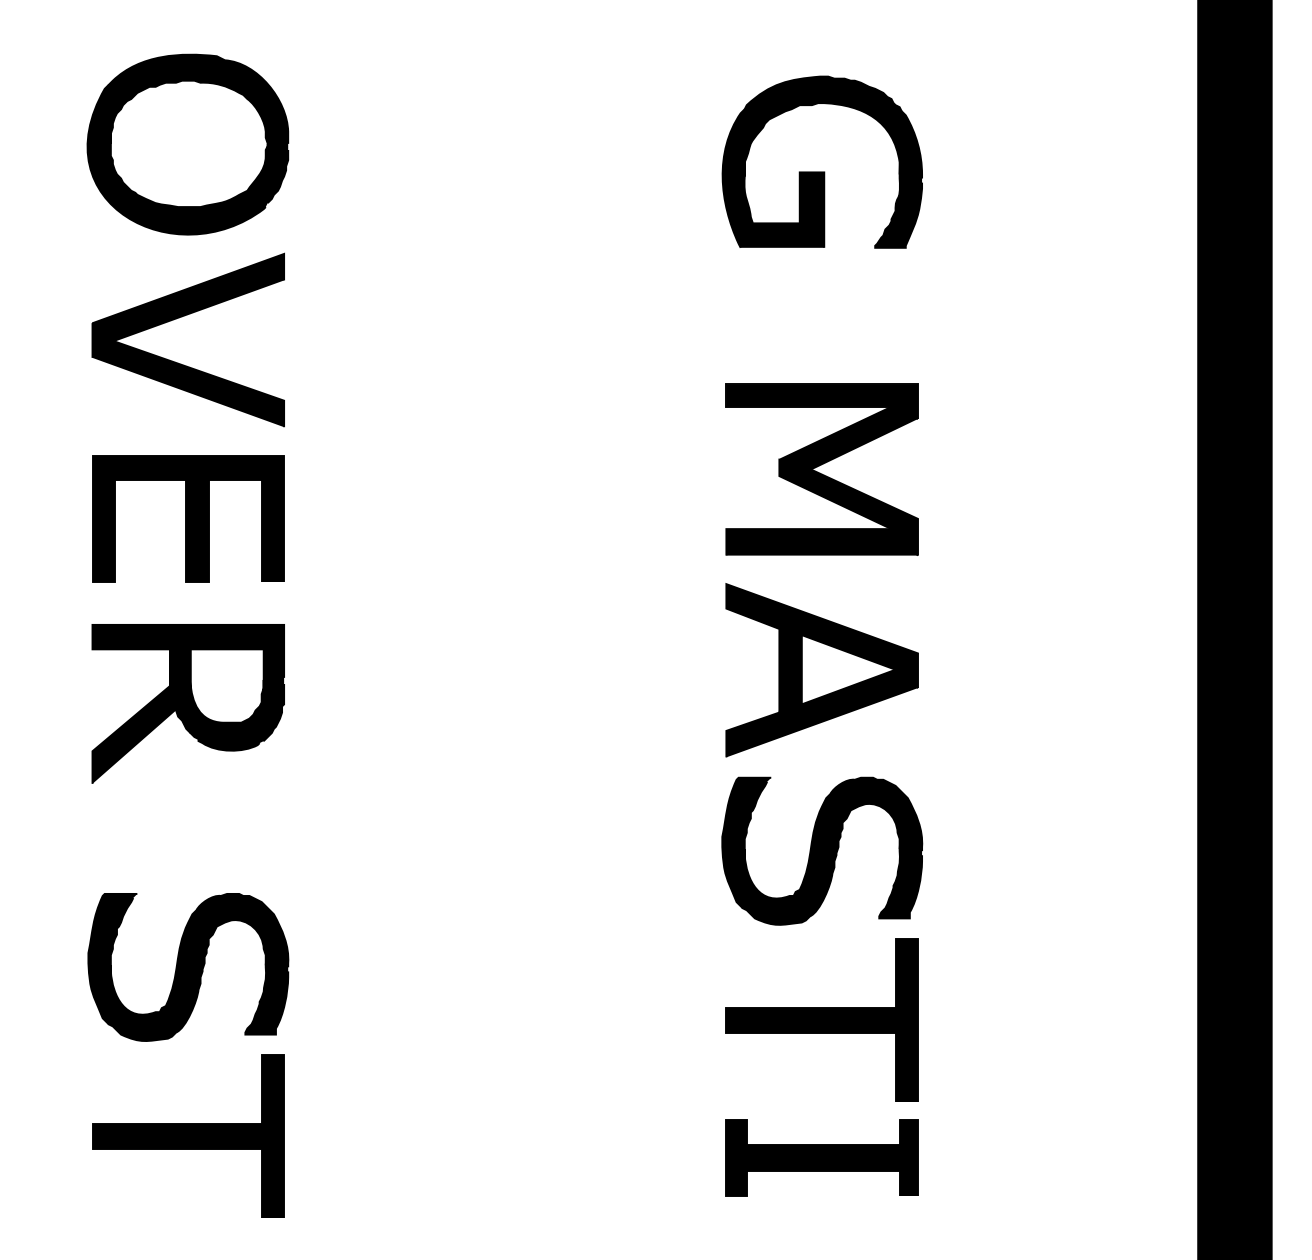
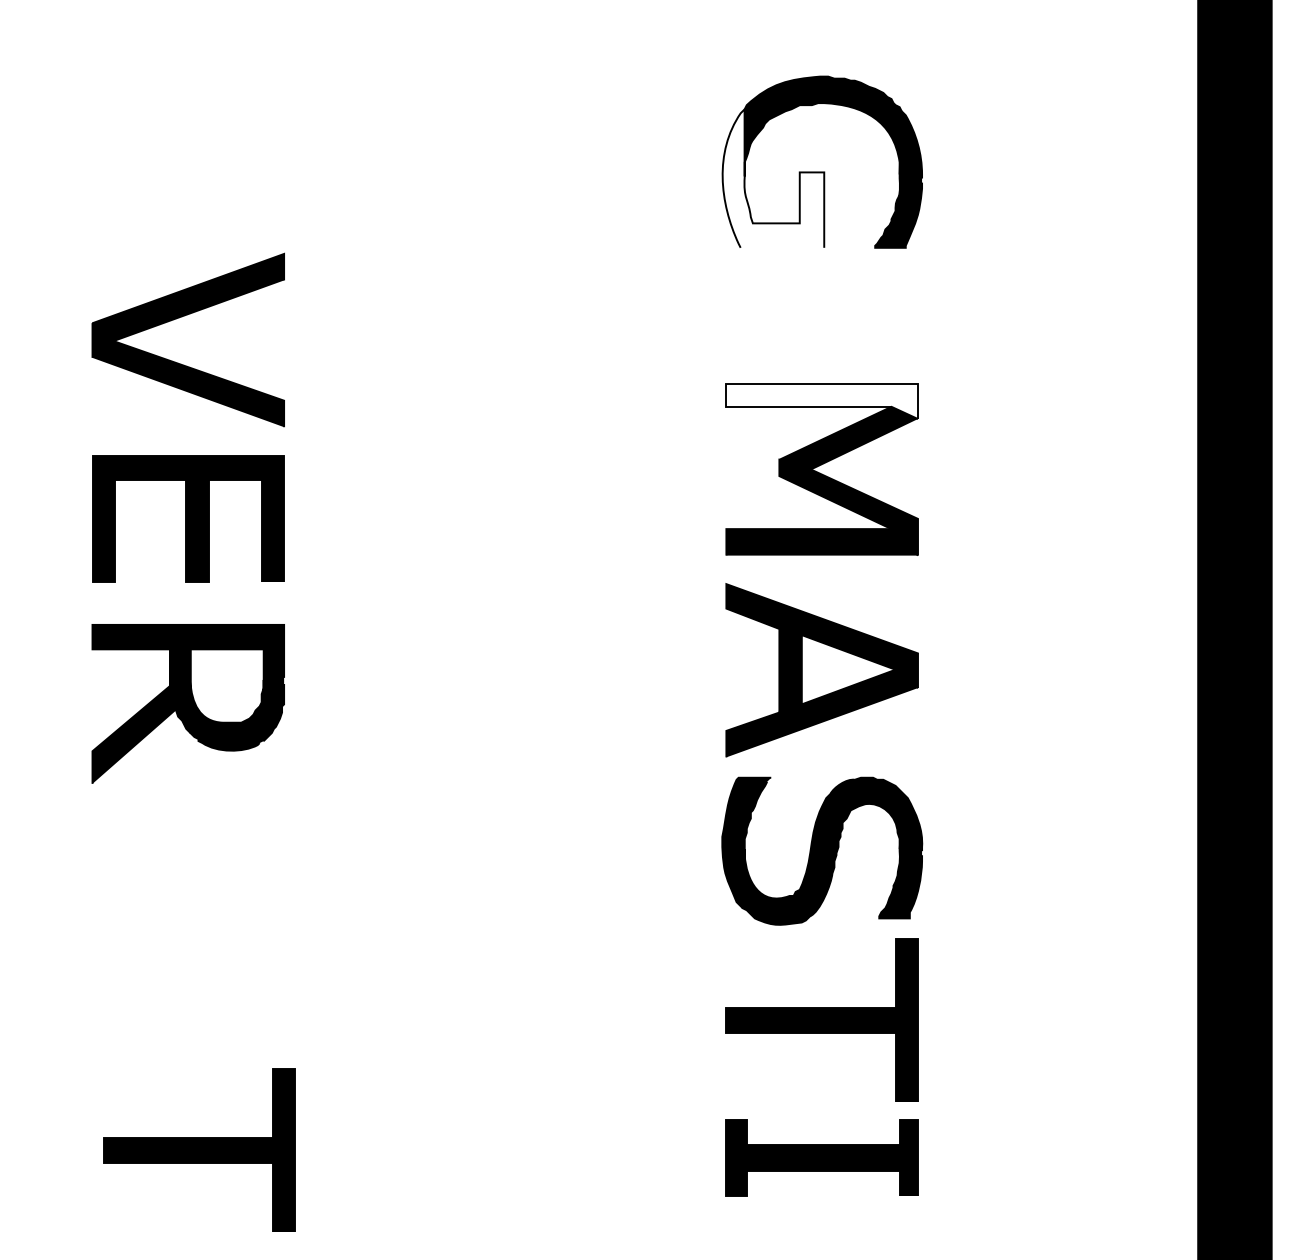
part at (187, 144): present -> none
fill at (773, 178): present -> none
fill at (821, 401): present -> none
part at (188, 967): present -> none
part at (188, 1135) position: (188, 1135) -> (199, 1149)
